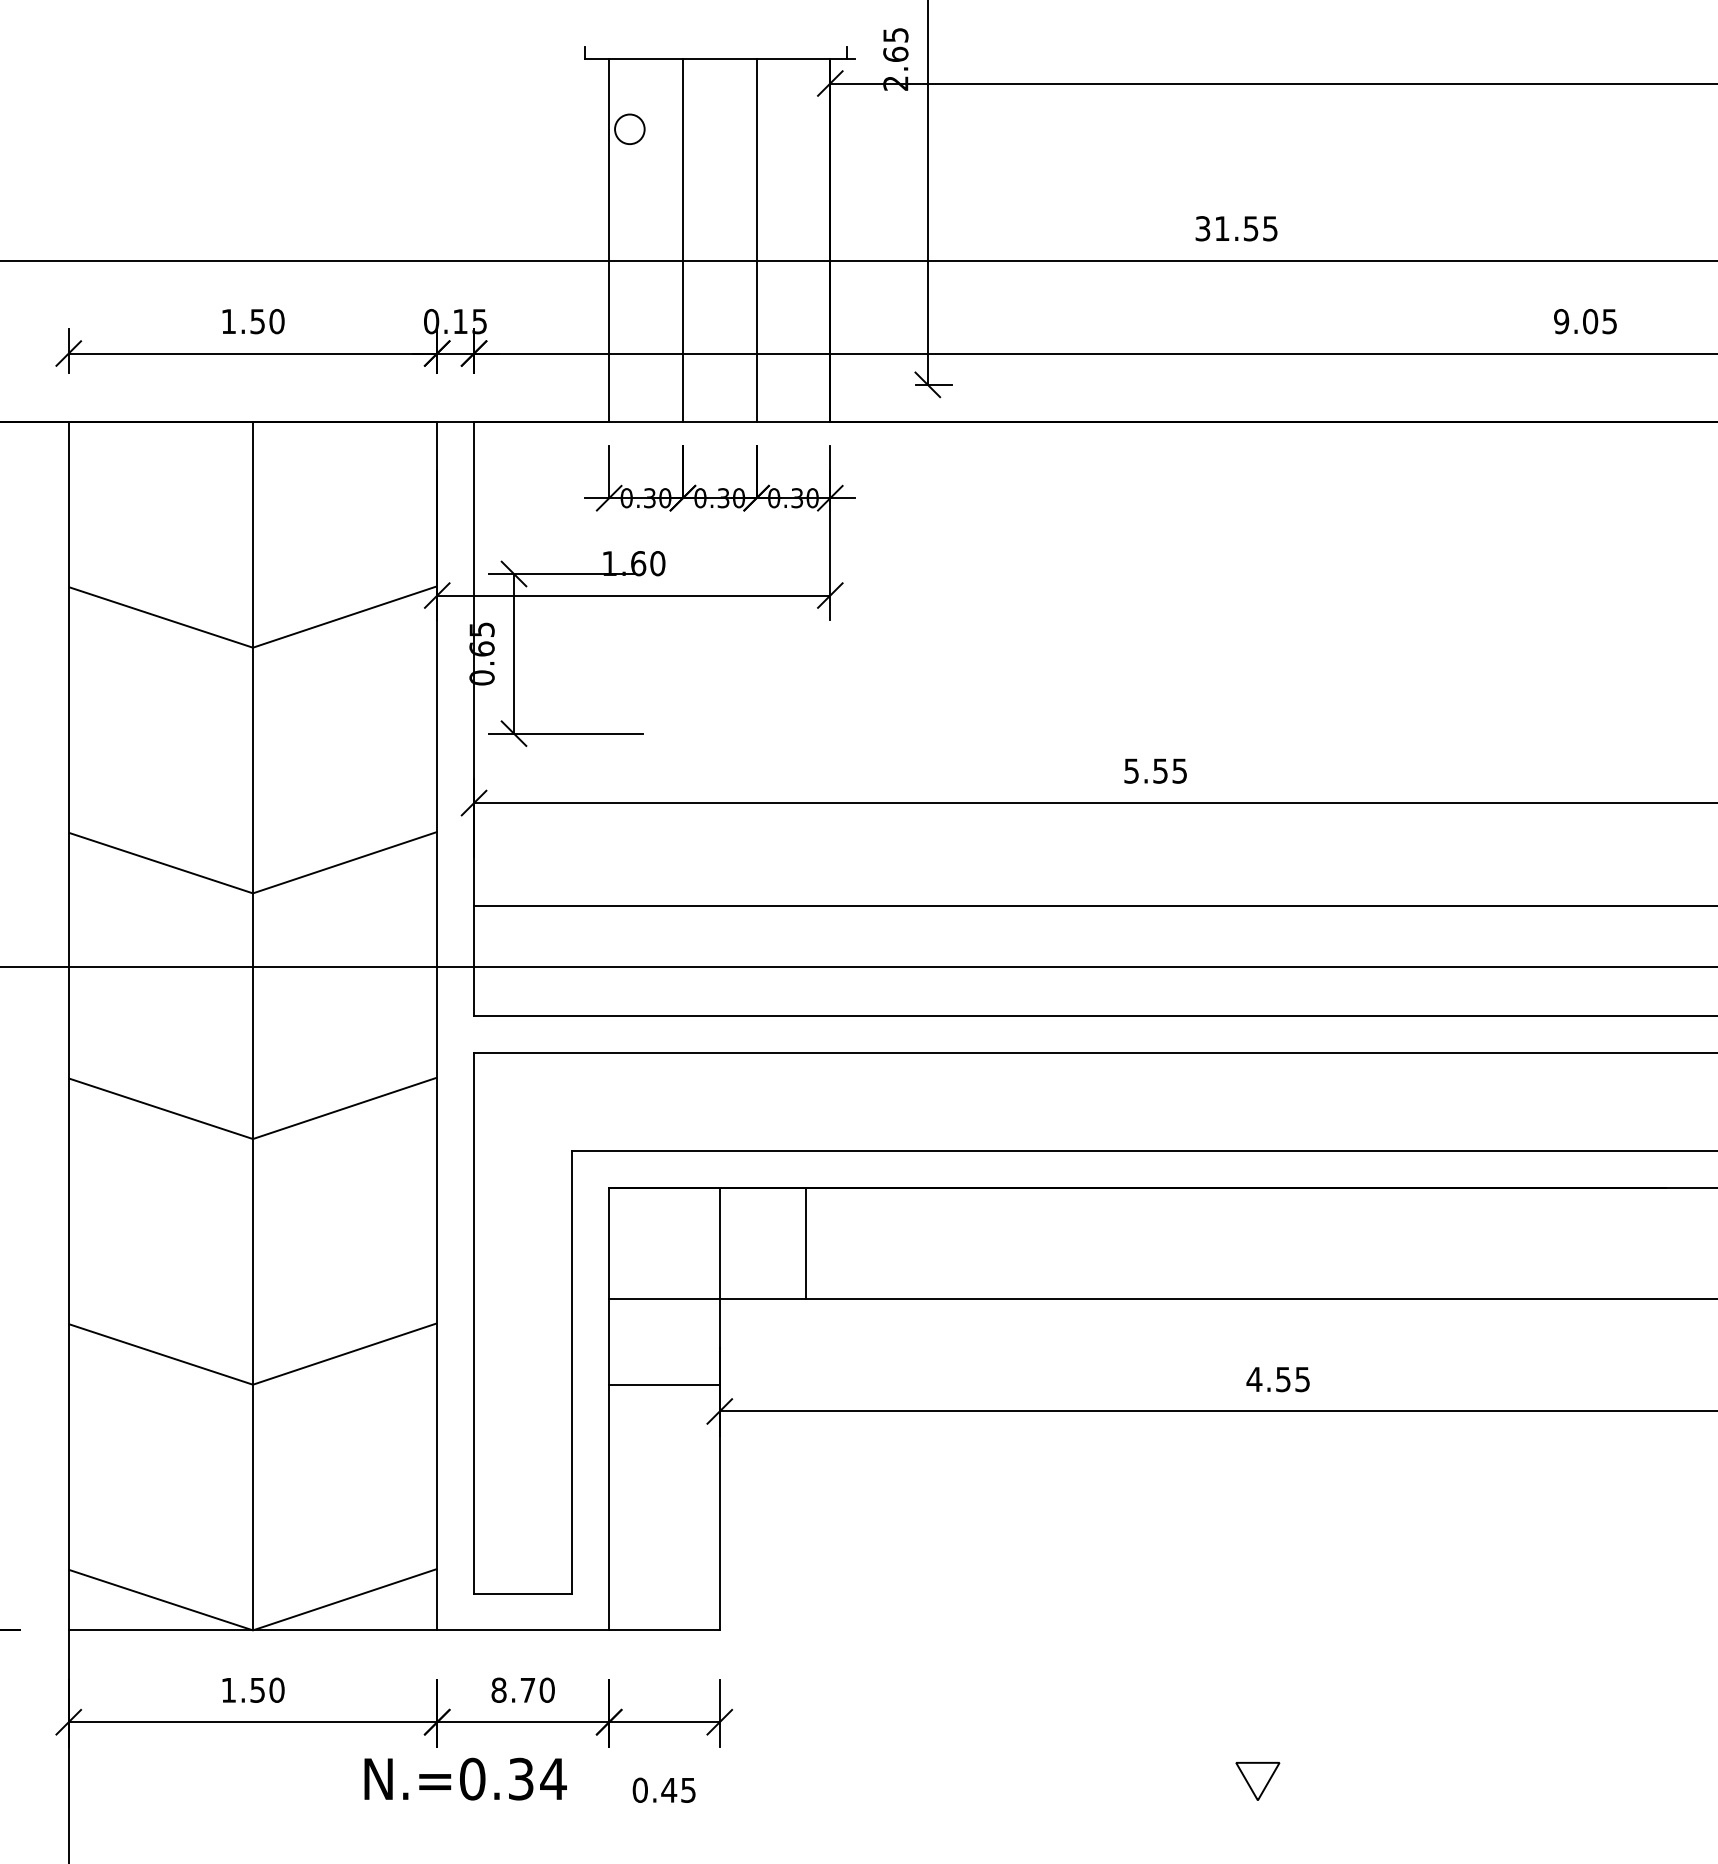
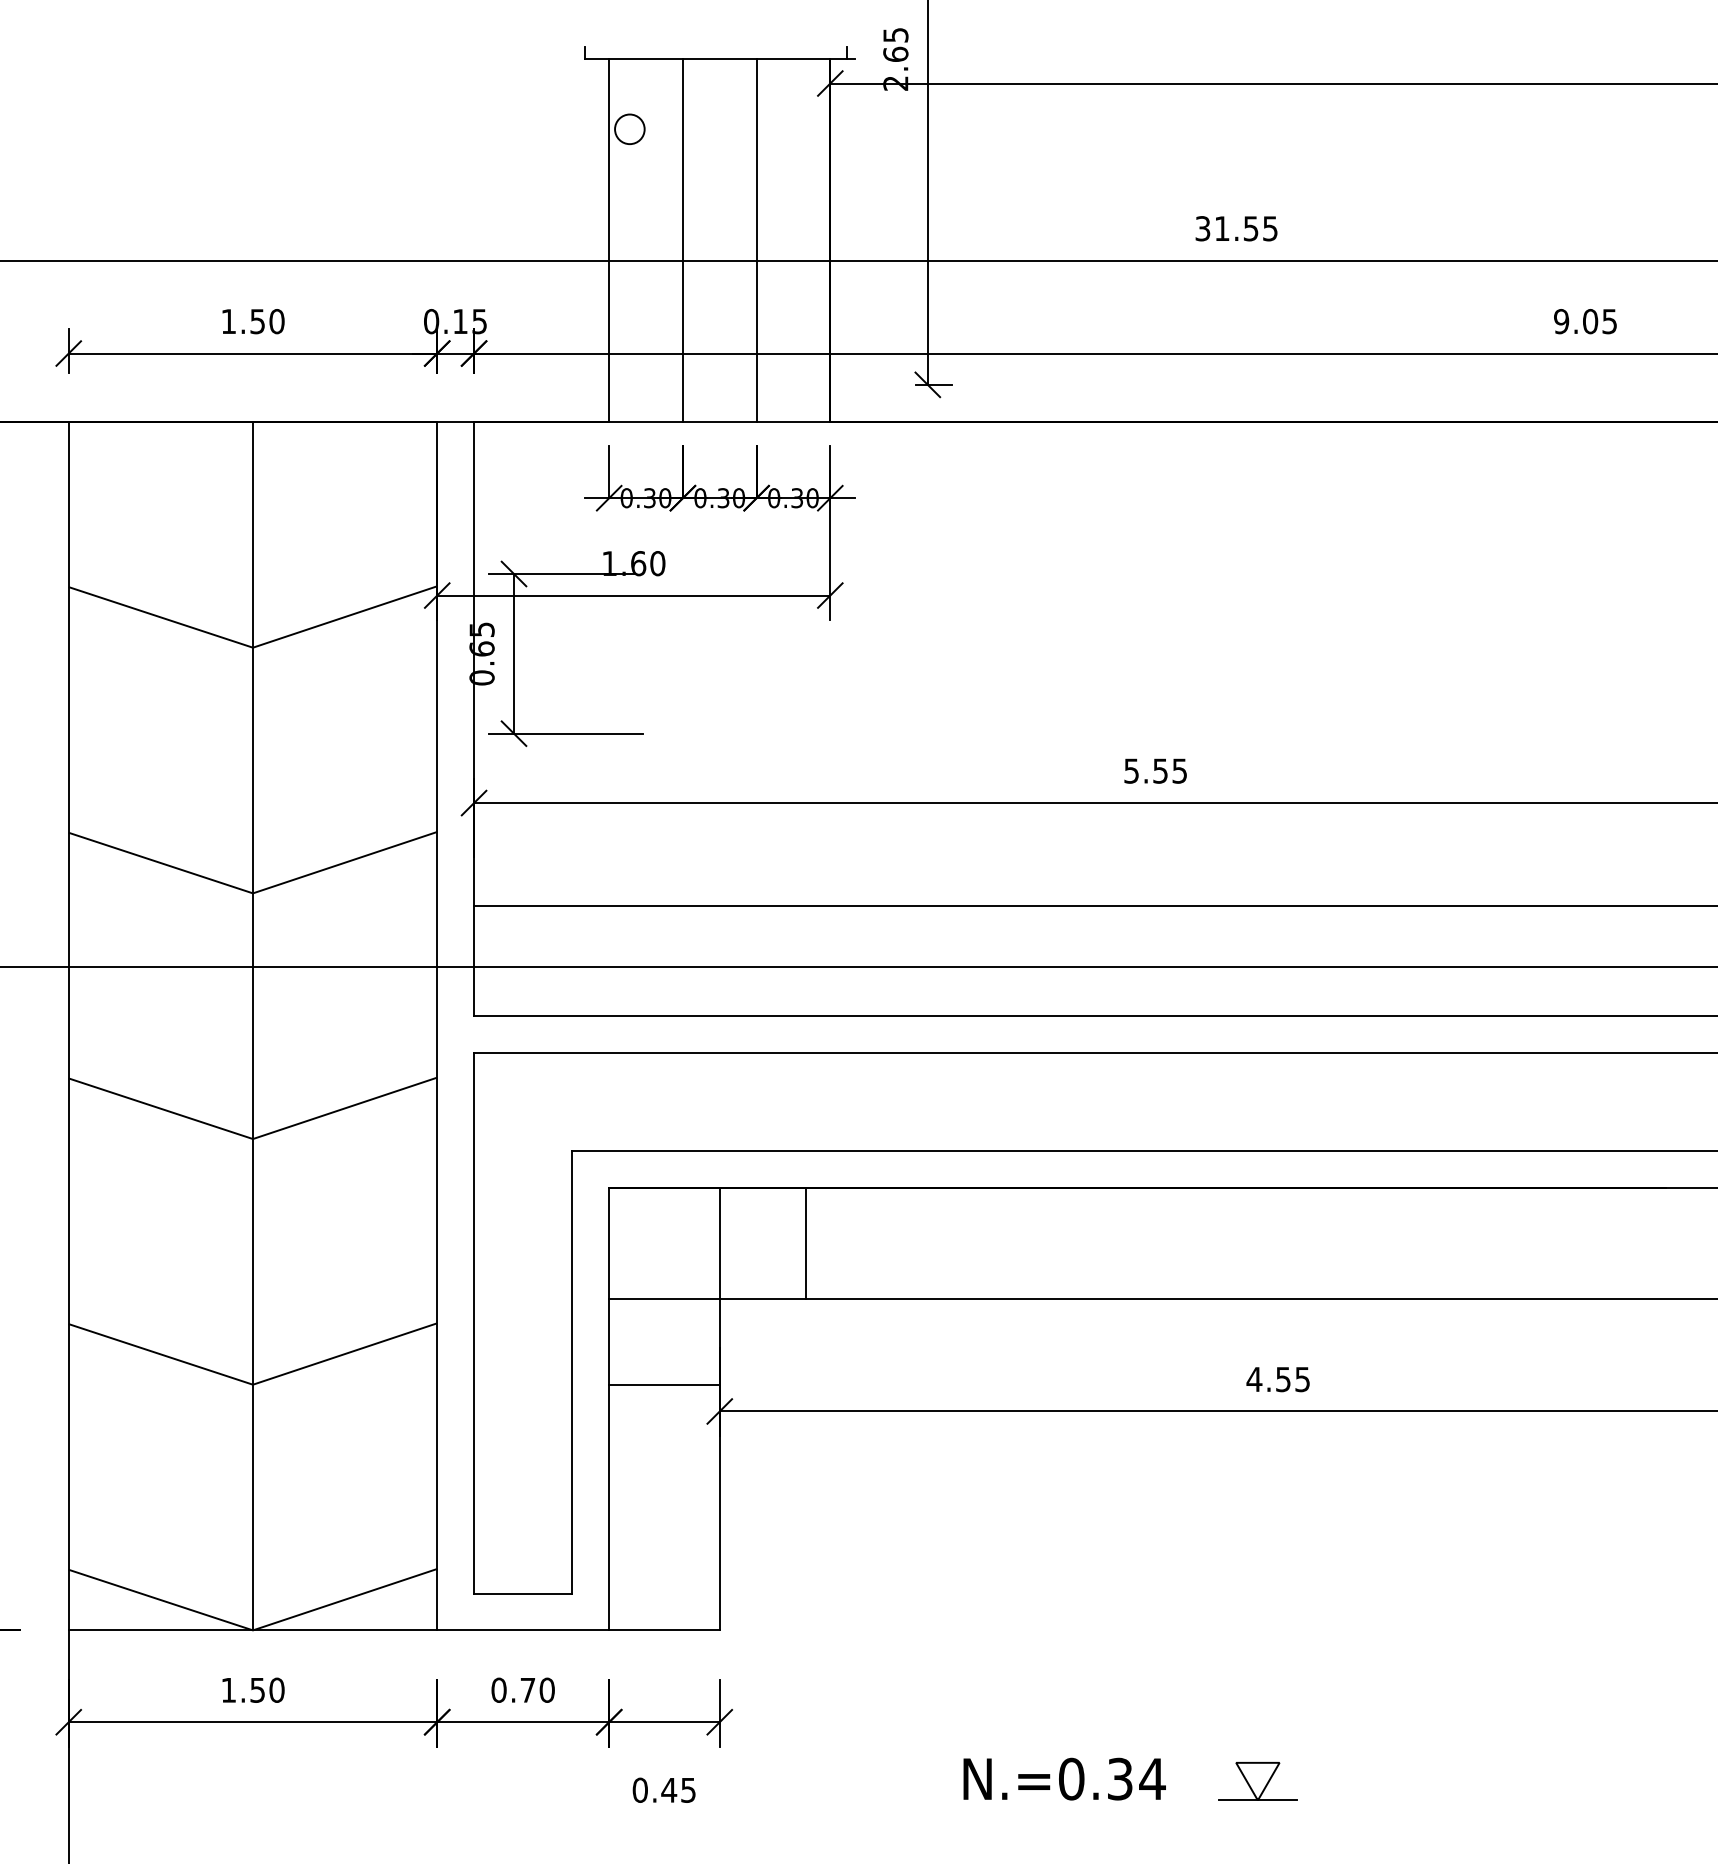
text at (498, 1690): 8.70 -> 0.70
text at (465, 1778) position: (465, 1778) -> (1064, 1778)
line at (1257, 1800): none -> present
